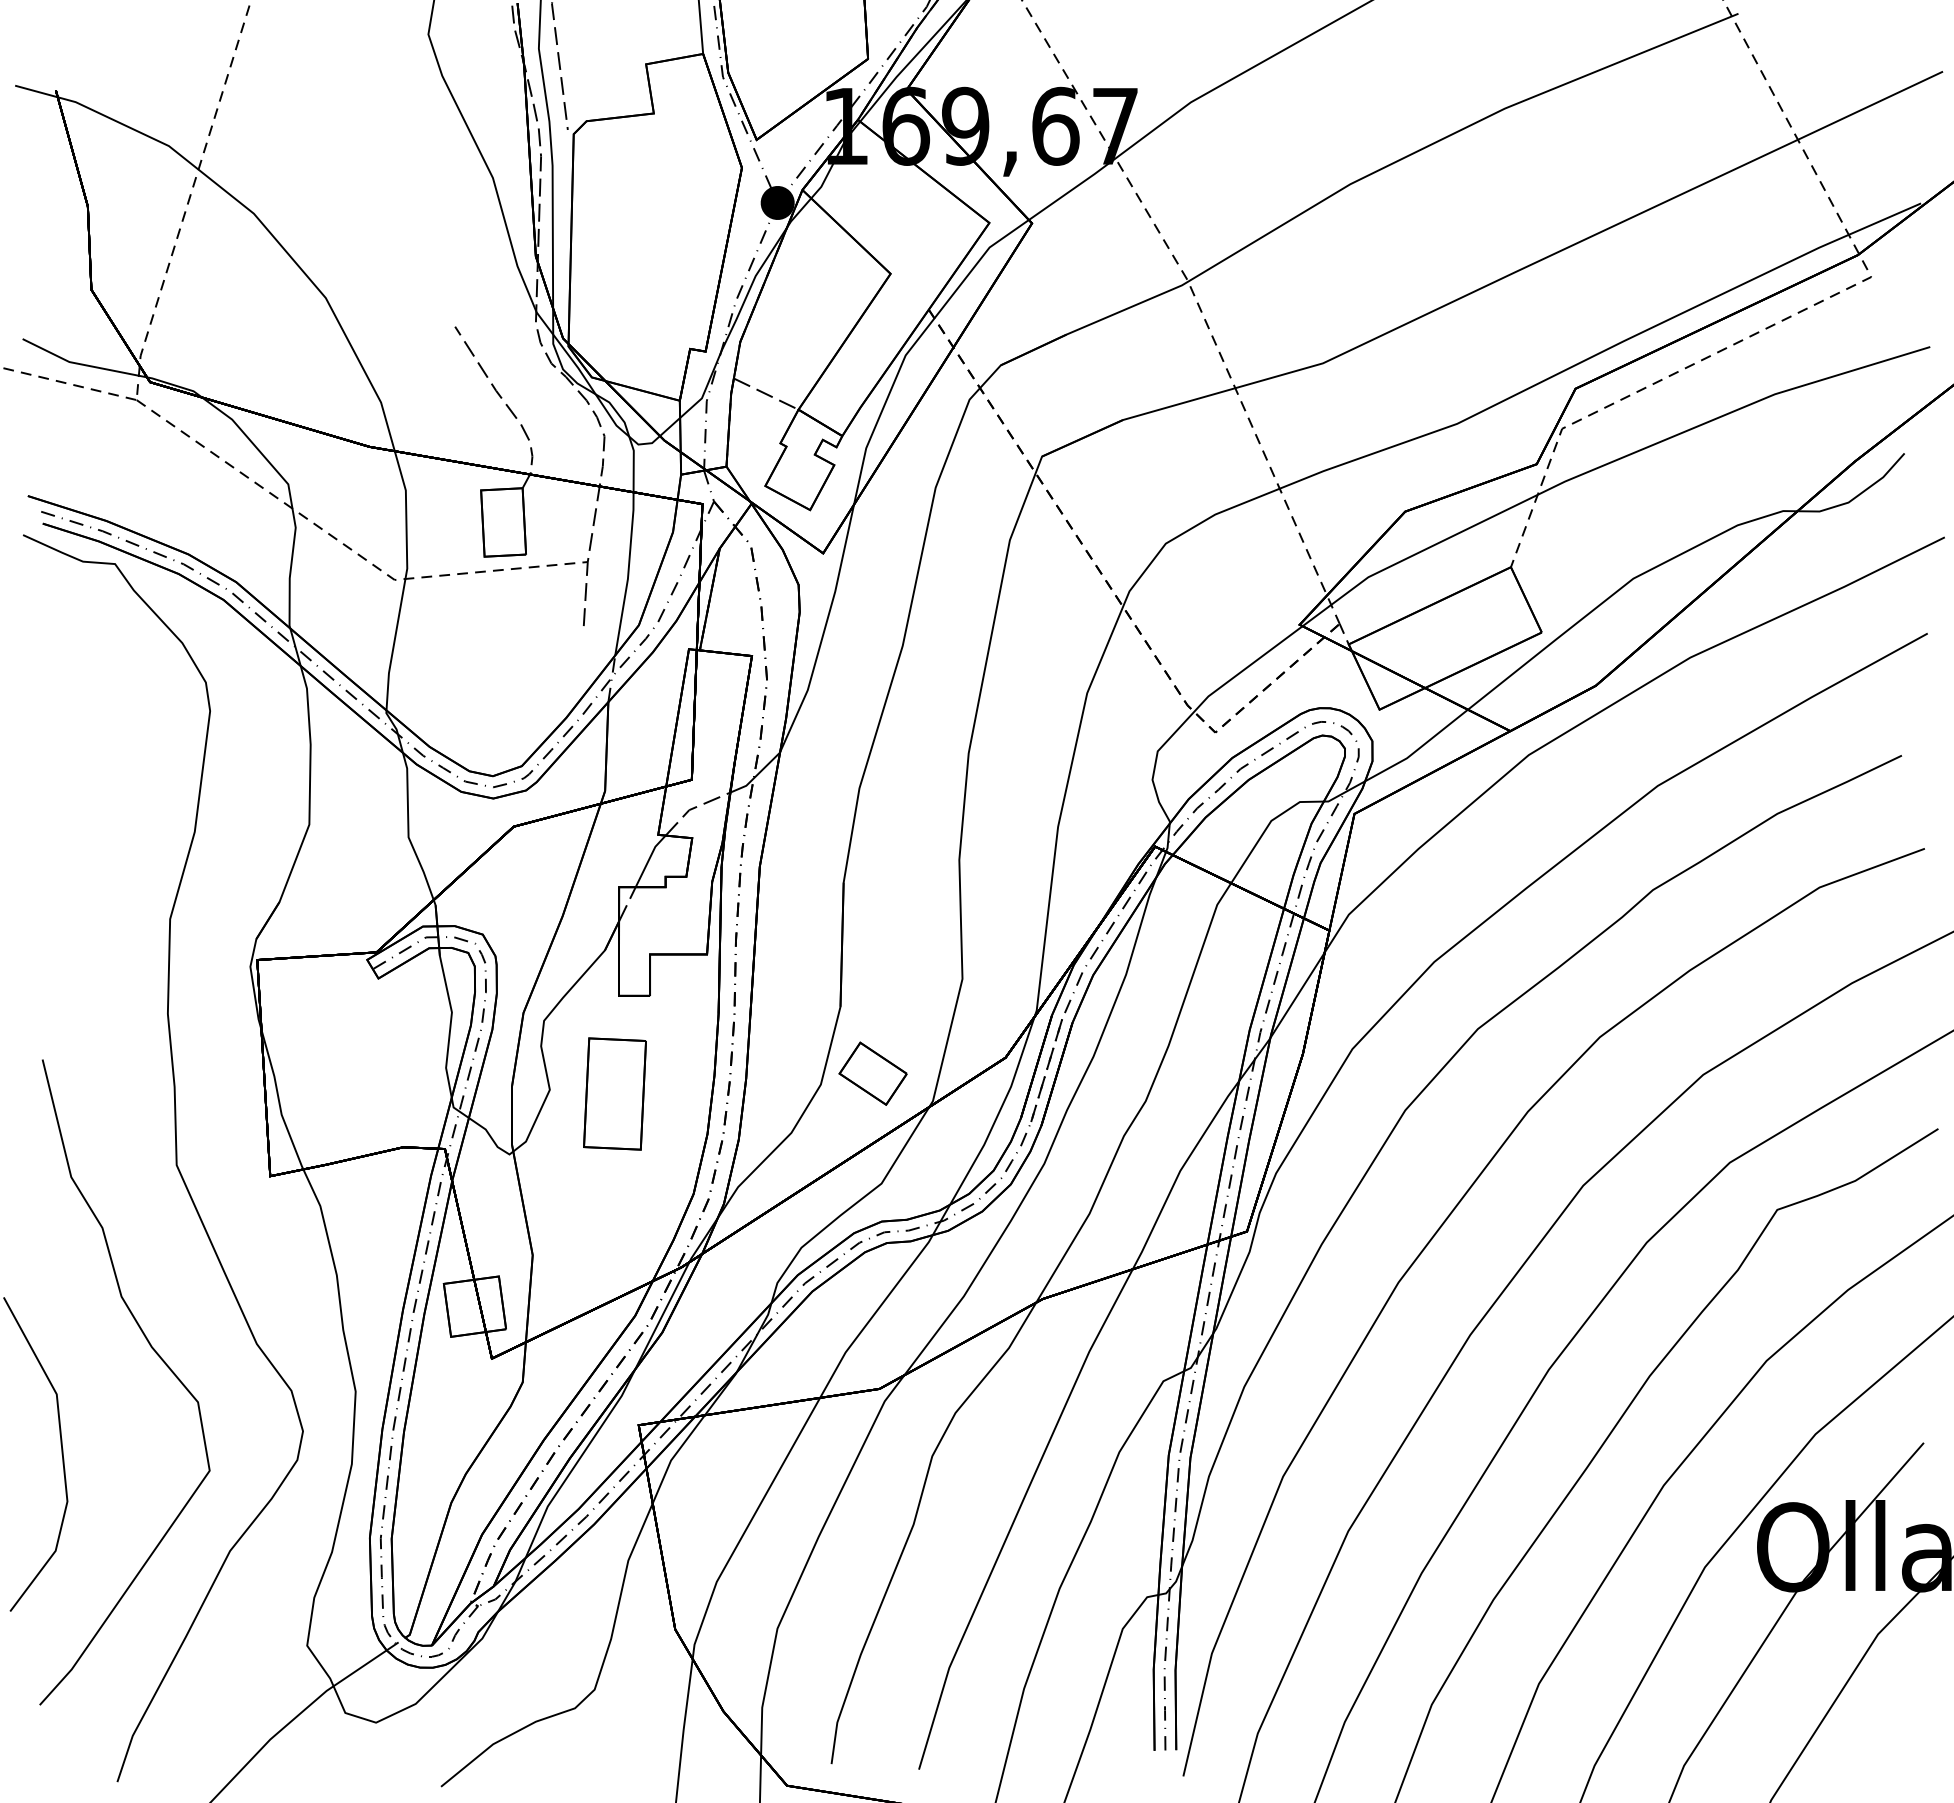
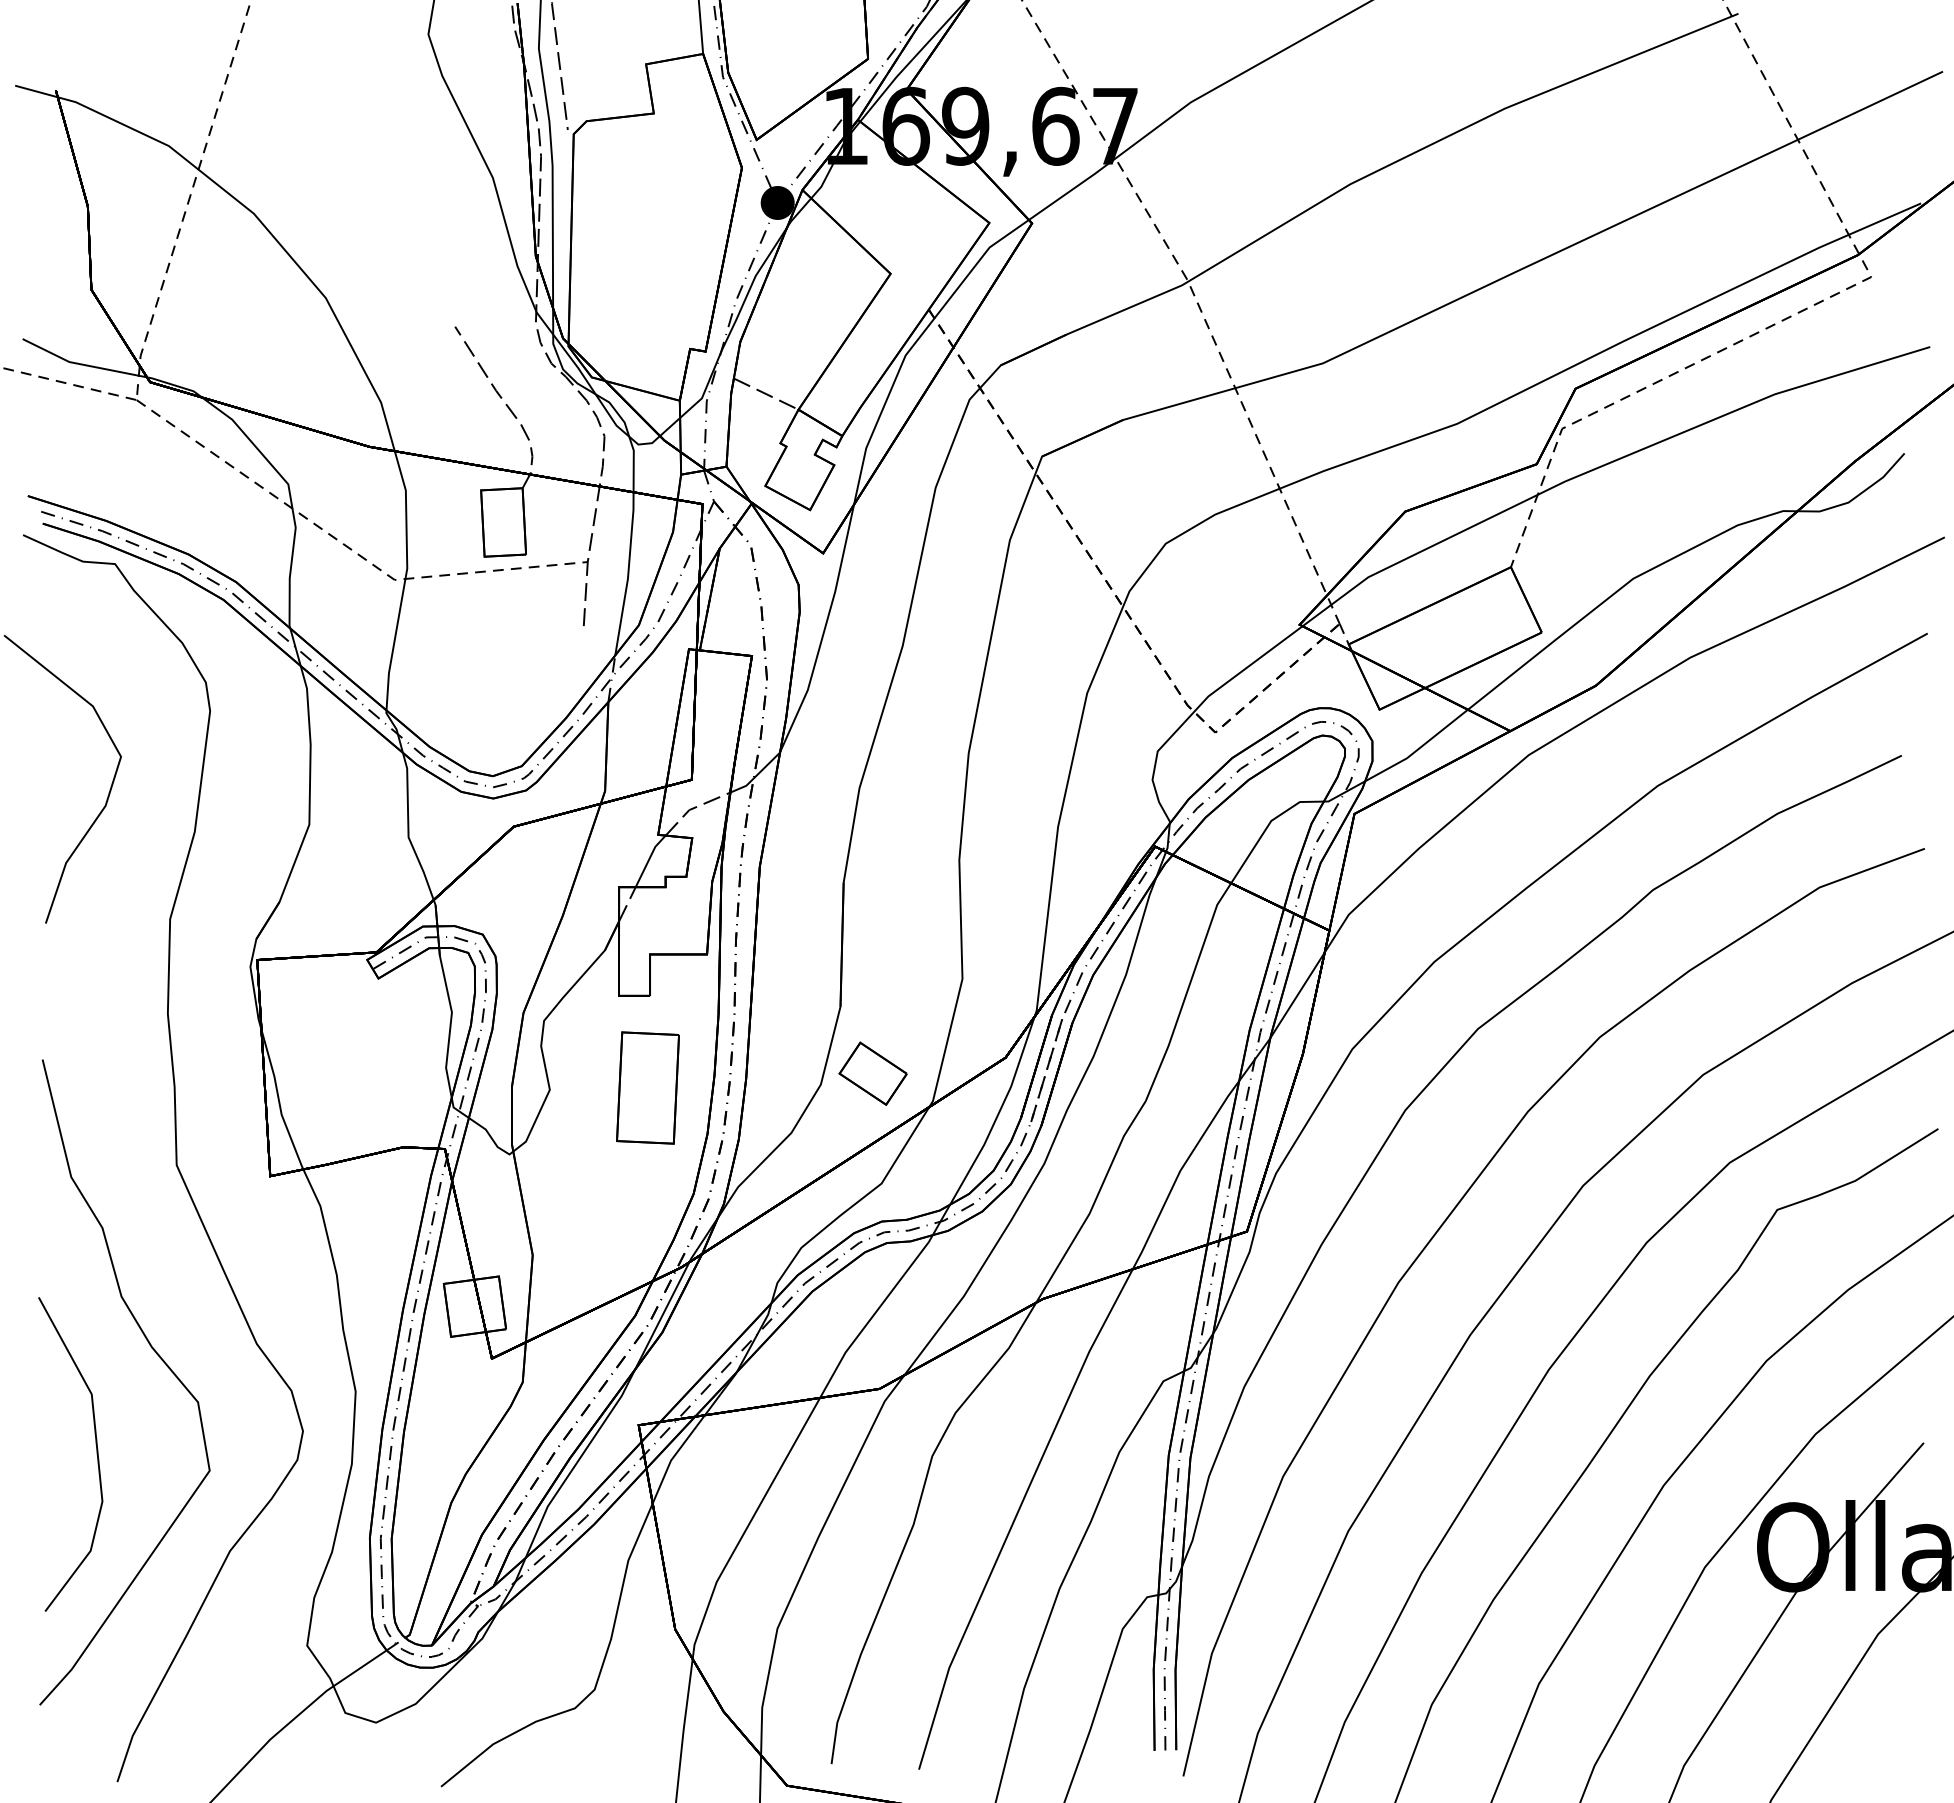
curve at (108, 792): none -> present
part at (614, 1093) position: (614, 1093) -> (647, 1087)
line at (61, 1454) position: (61, 1454) -> (96, 1454)
